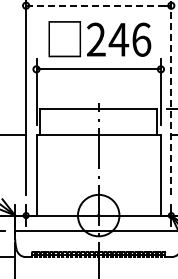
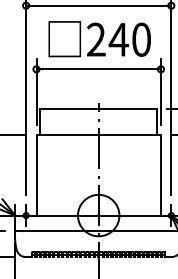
line at (98, 5): dashed -> solid
text at (141, 39): 246 -> 240
line at (171, 97): dashed -> solid
